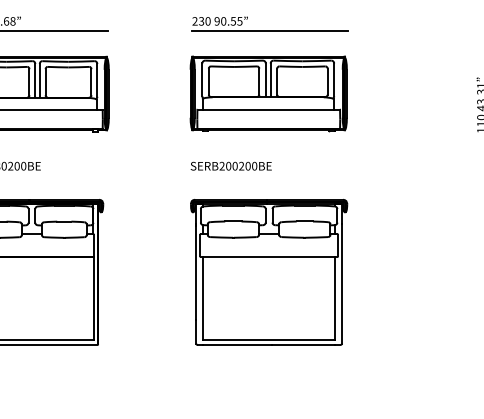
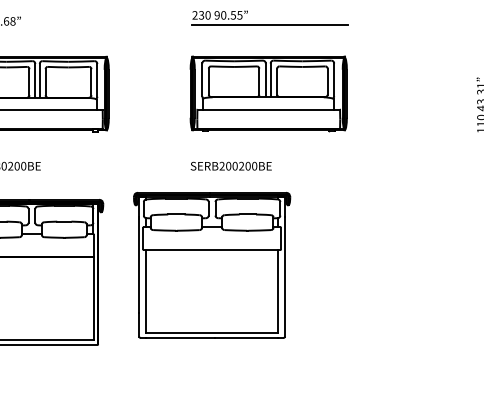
line at (54, 30): present -> none
part at (269, 30) position: (269, 30) -> (269, 24)
part at (269, 272) position: (269, 272) -> (212, 265)
